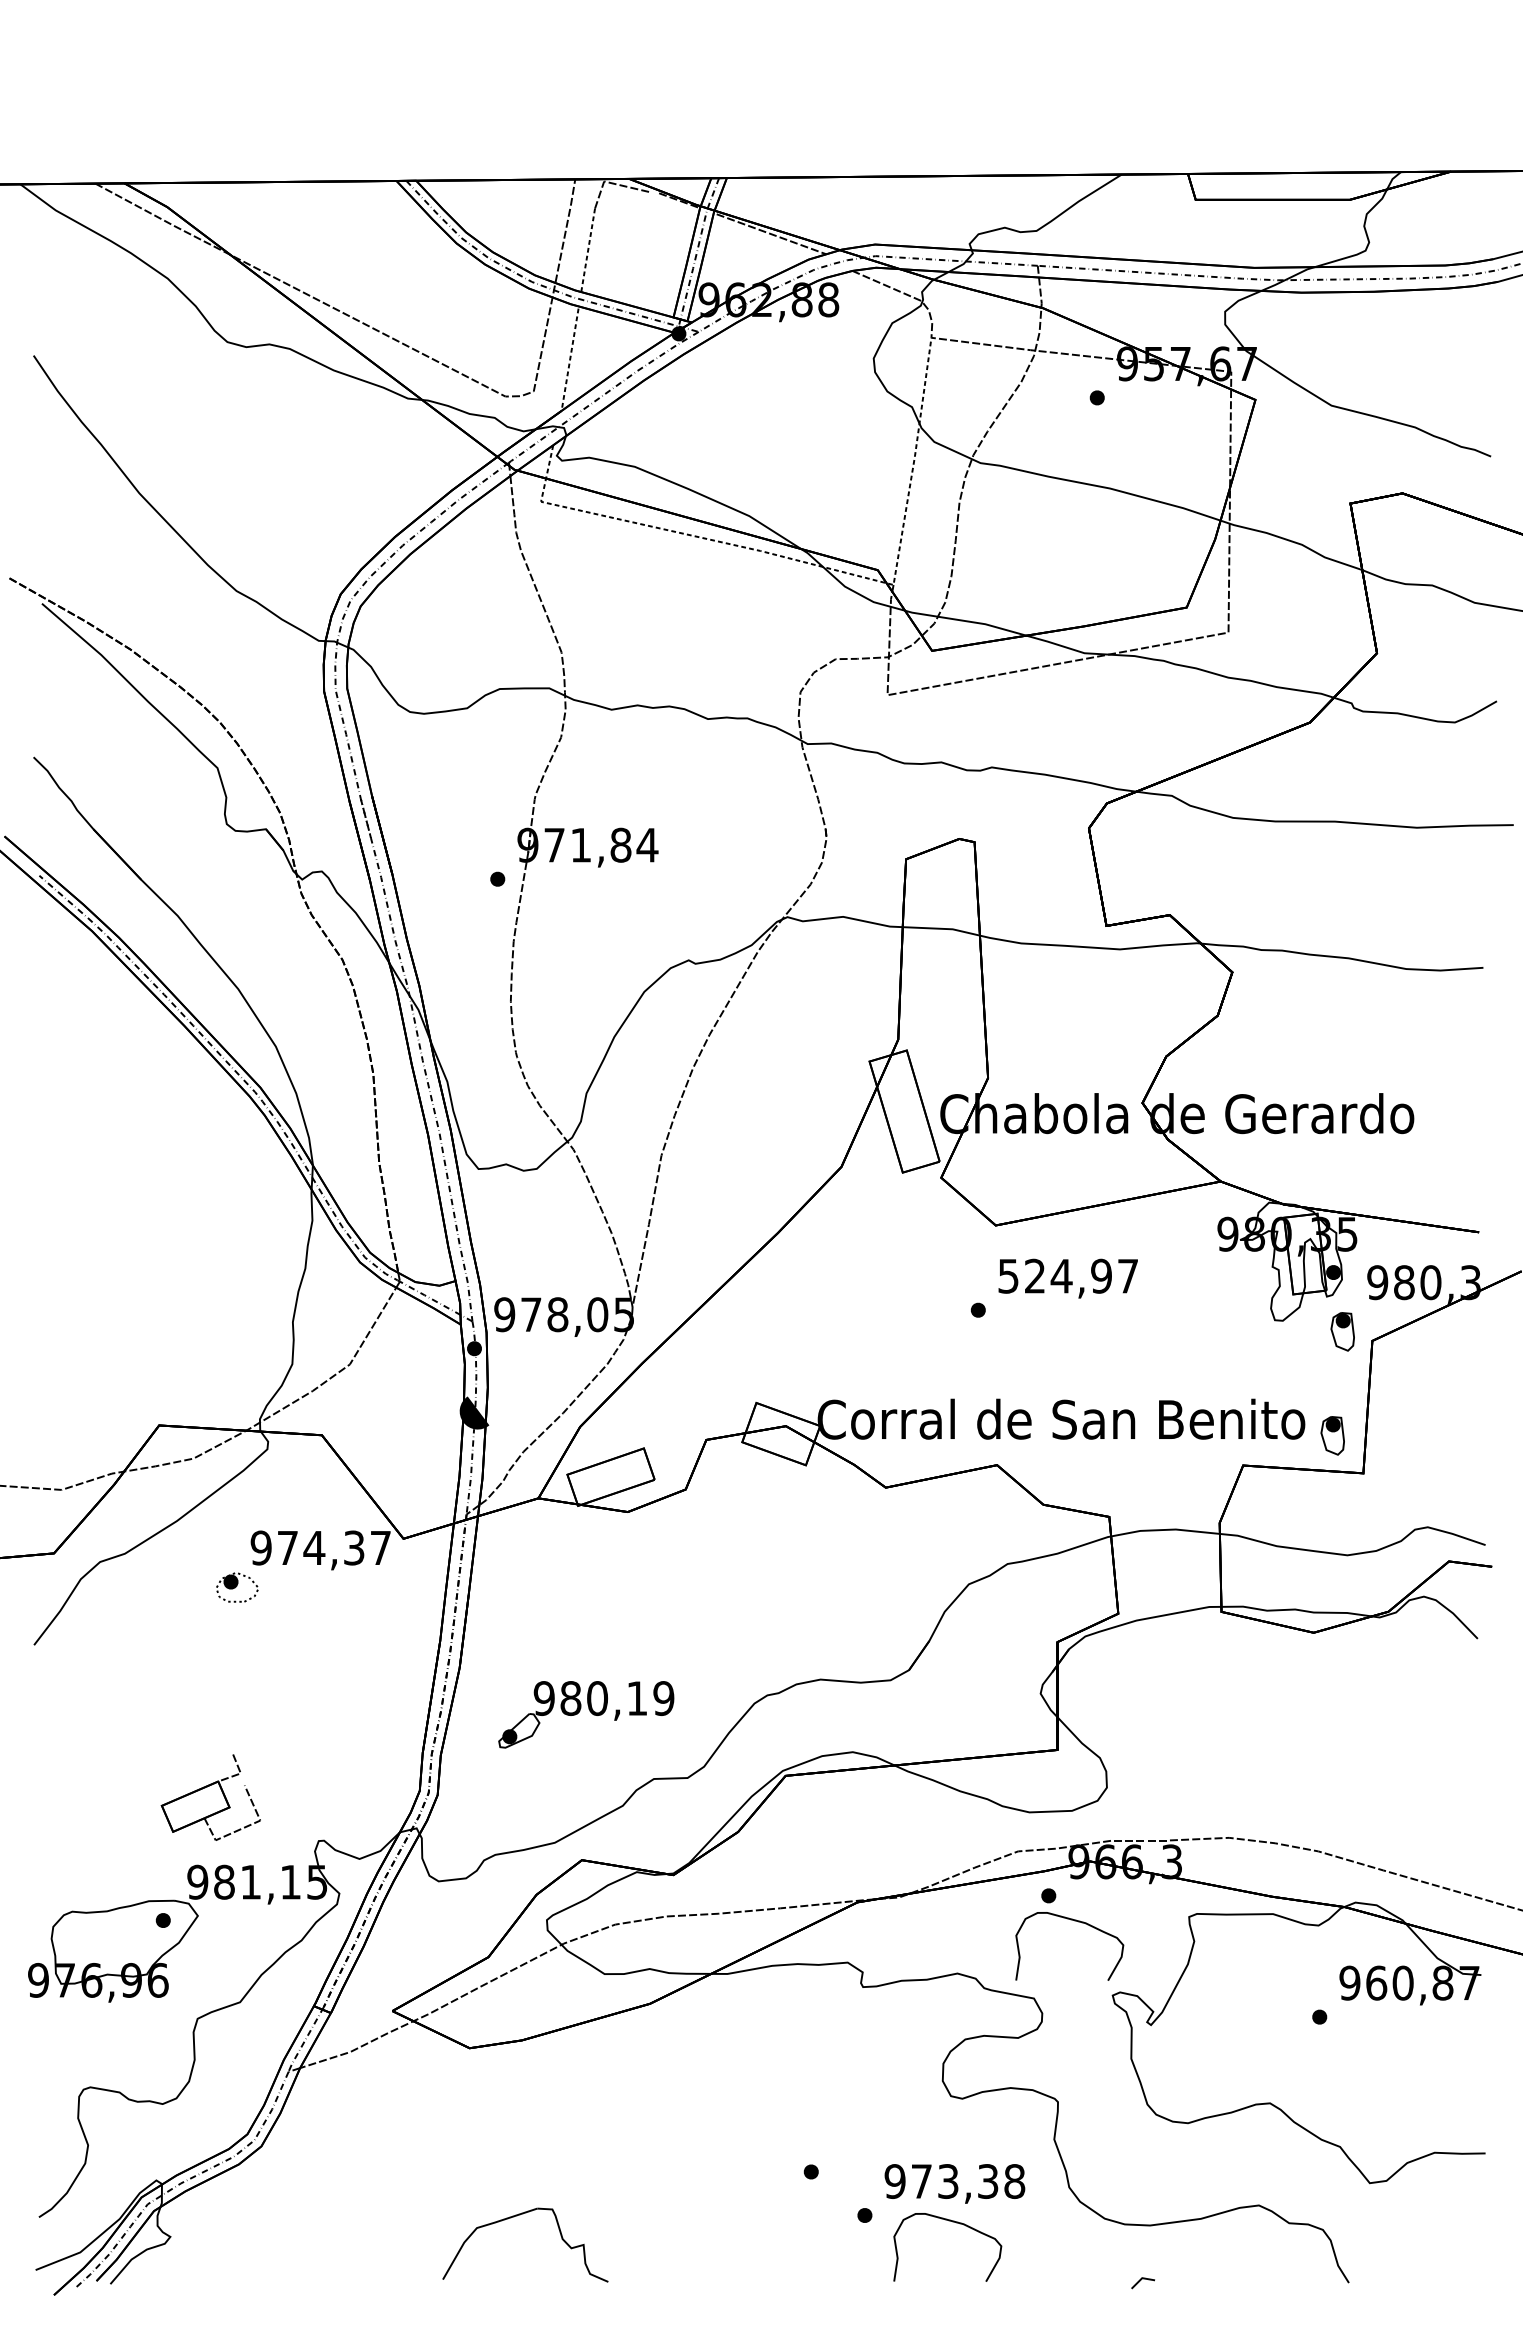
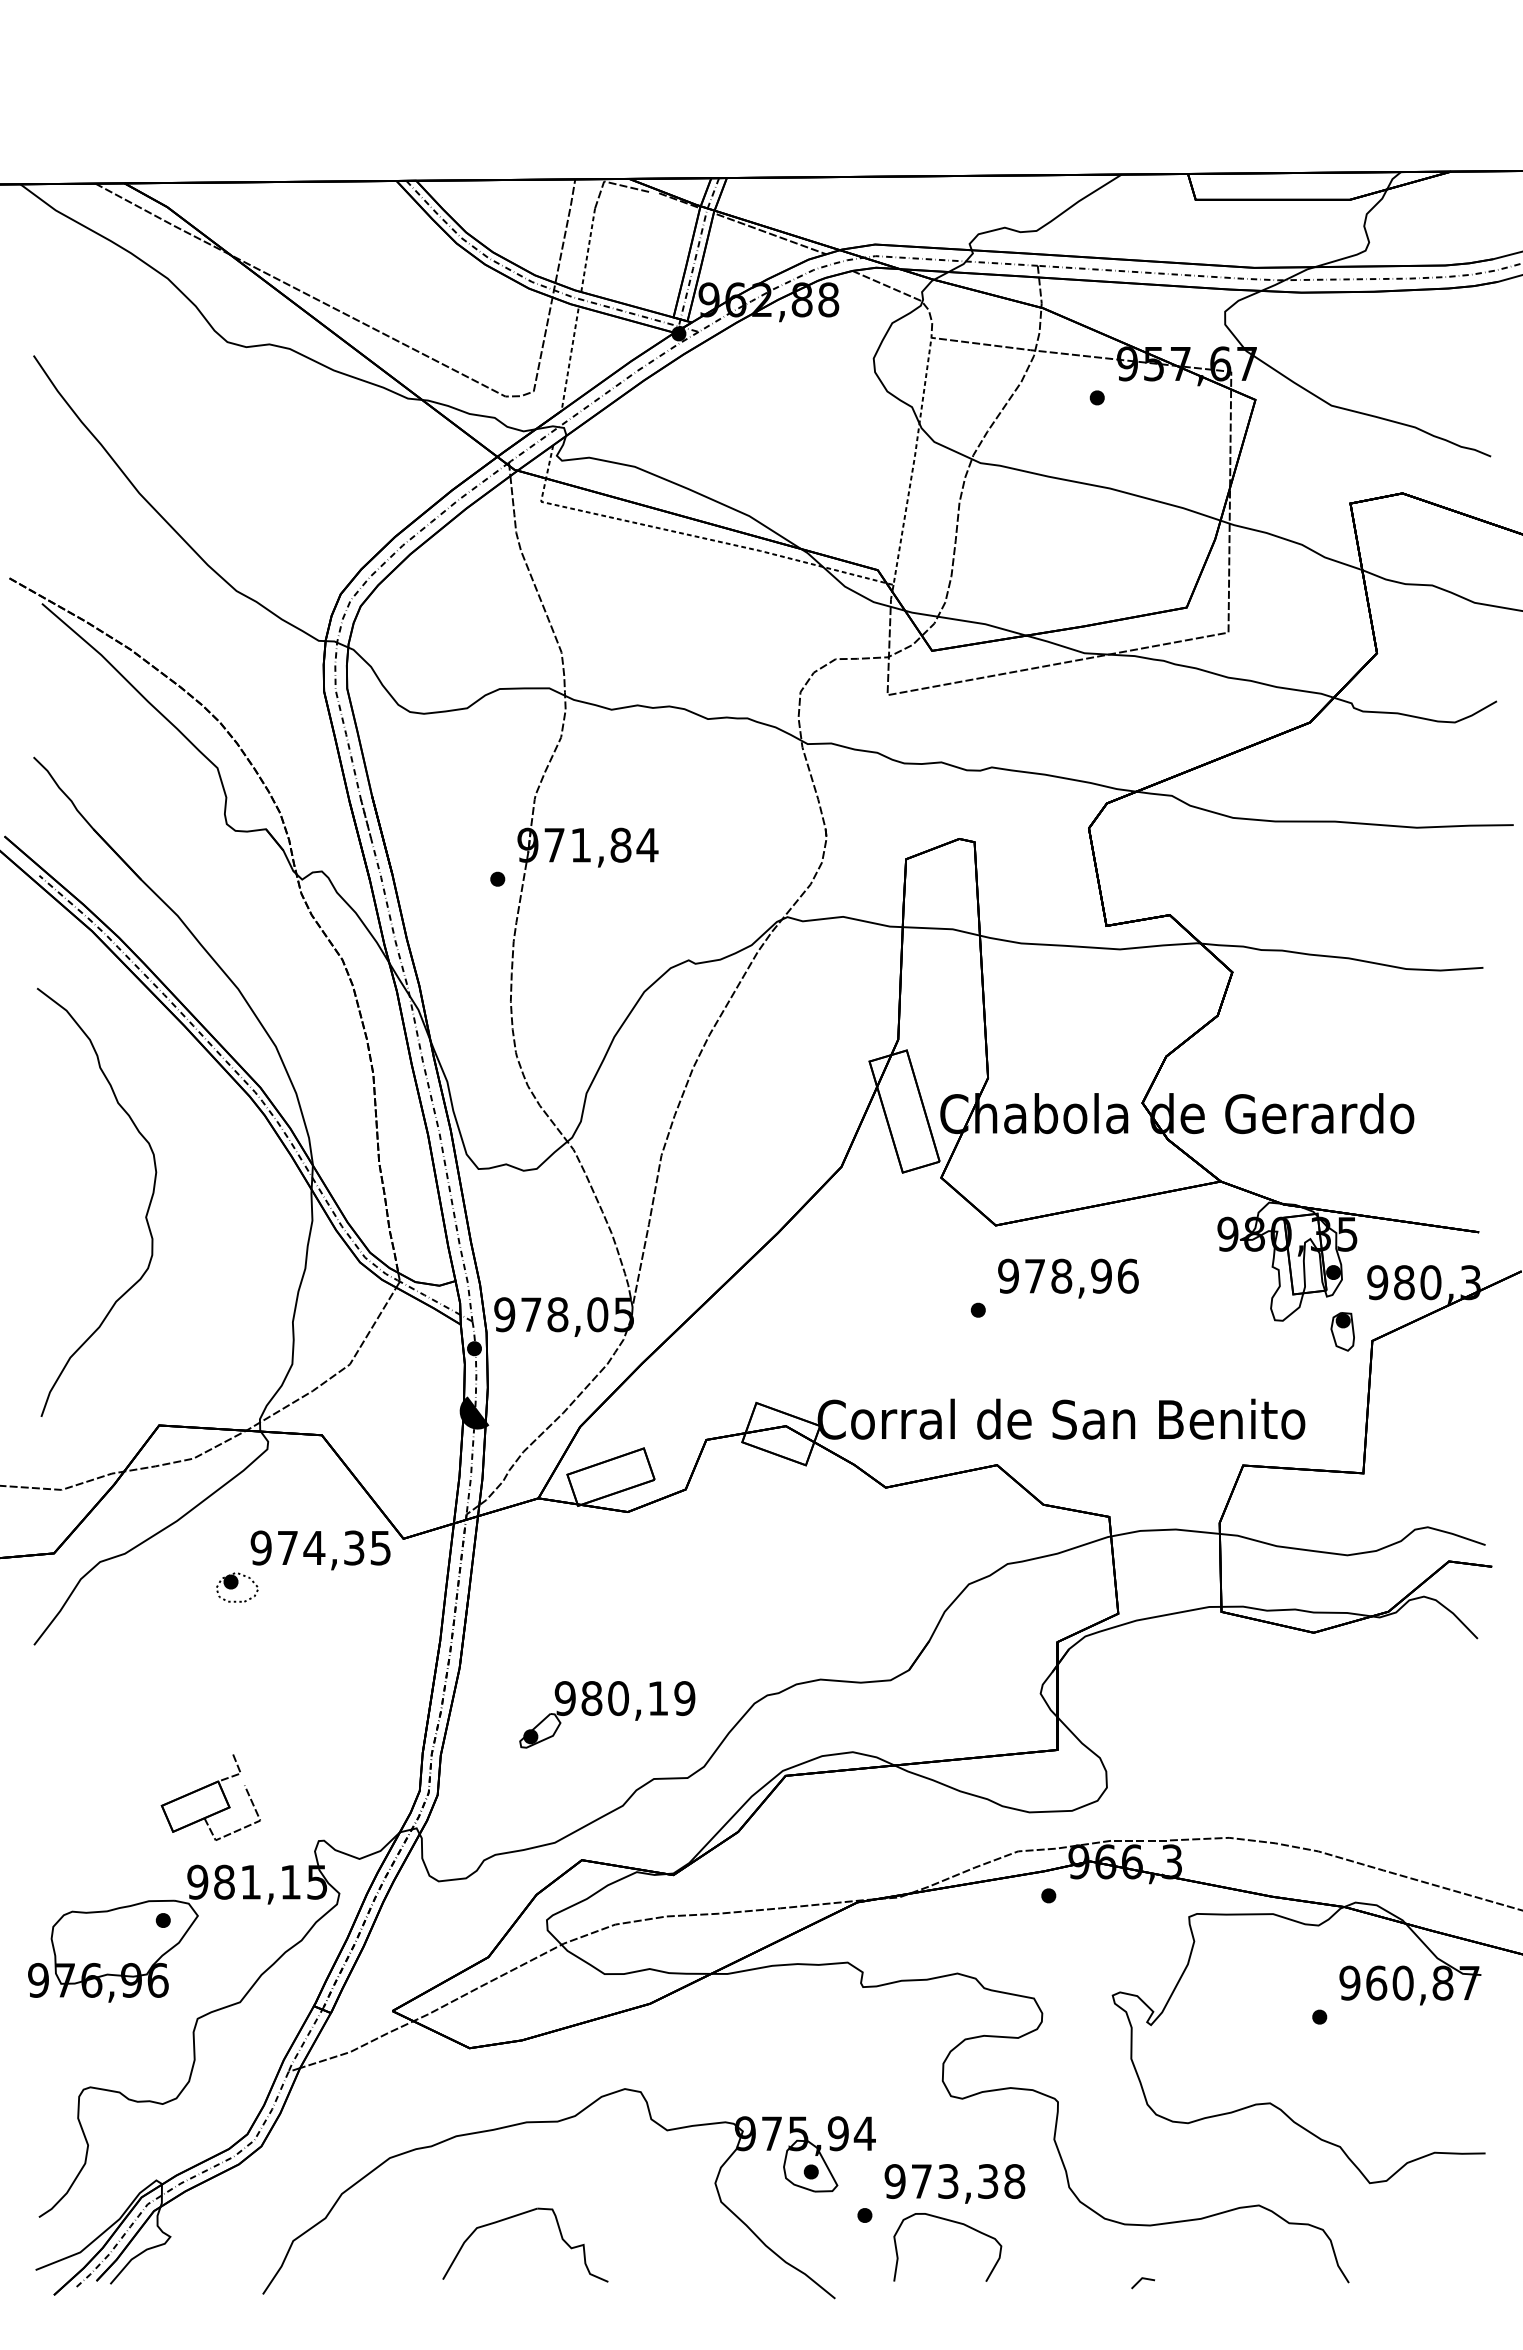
curve at (145, 1215): none -> present
text at (1068, 1275): 524,97 -> 978,96
part at (1332, 1435): present -> none
text at (380, 1548): 974,37 -> 974,35
part at (586, 1714) position: (586, 1714) -> (607, 1714)
curve at (1074, 1921): present -> none
part at (558, 2122): none -> present
